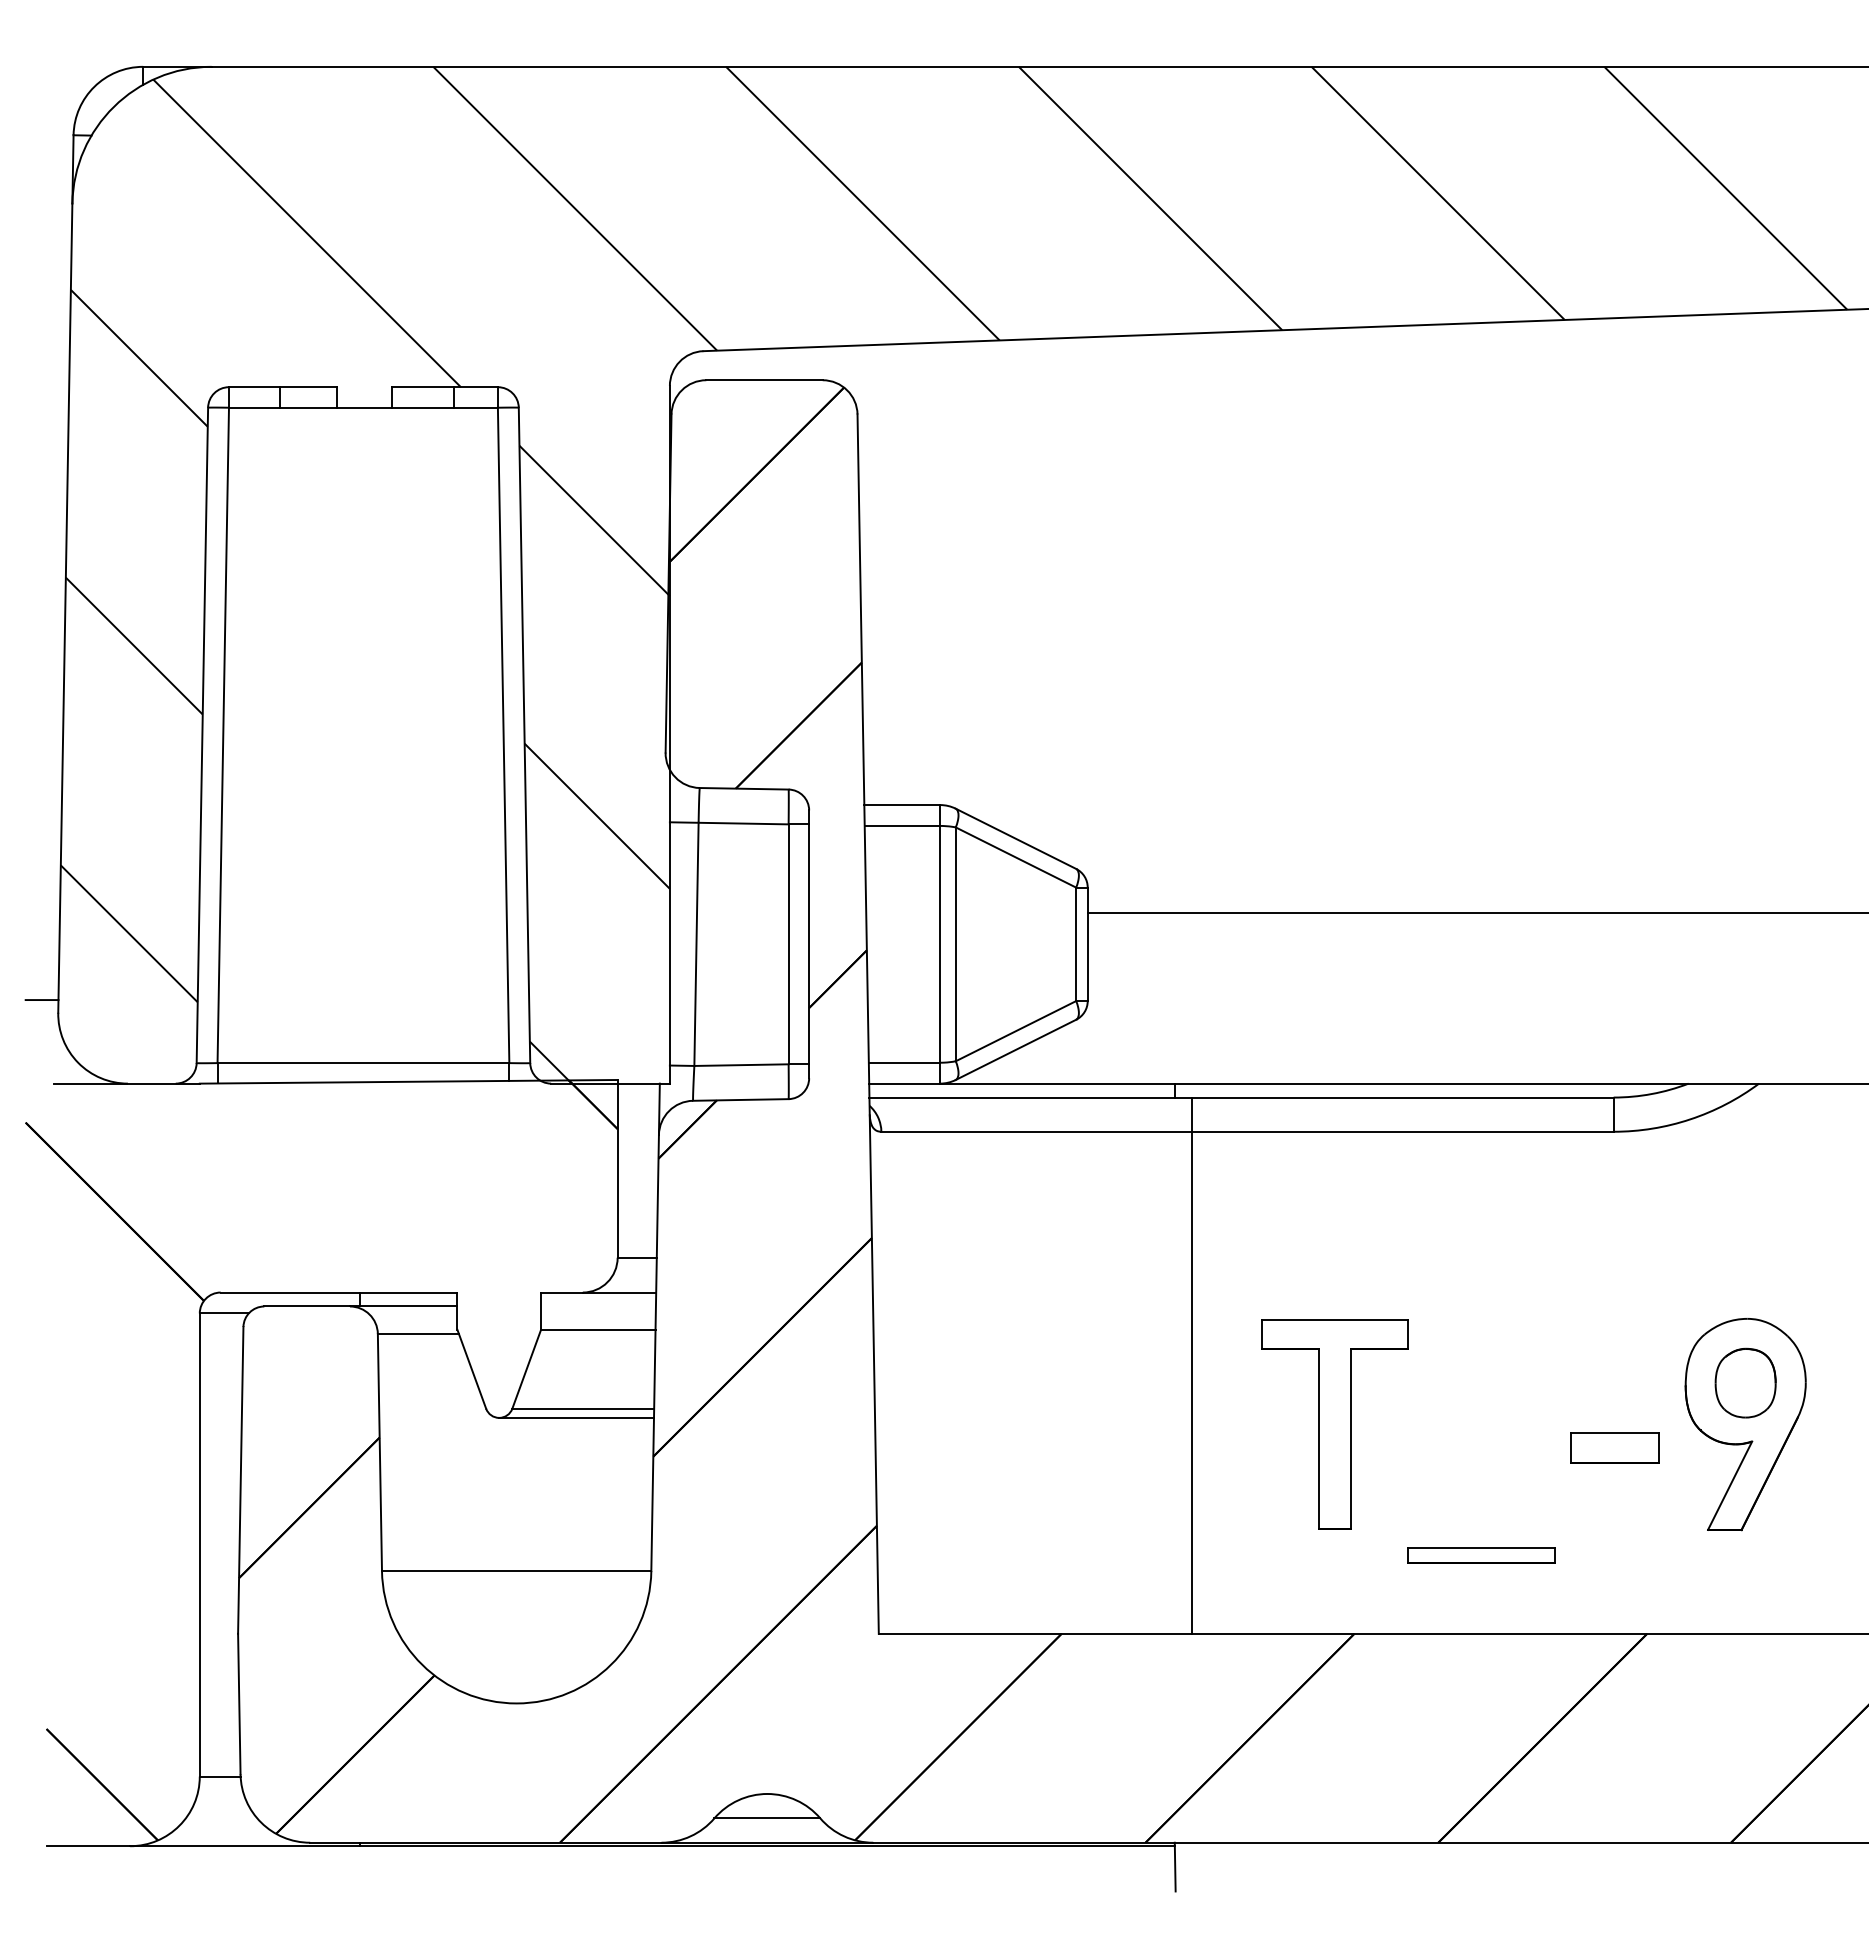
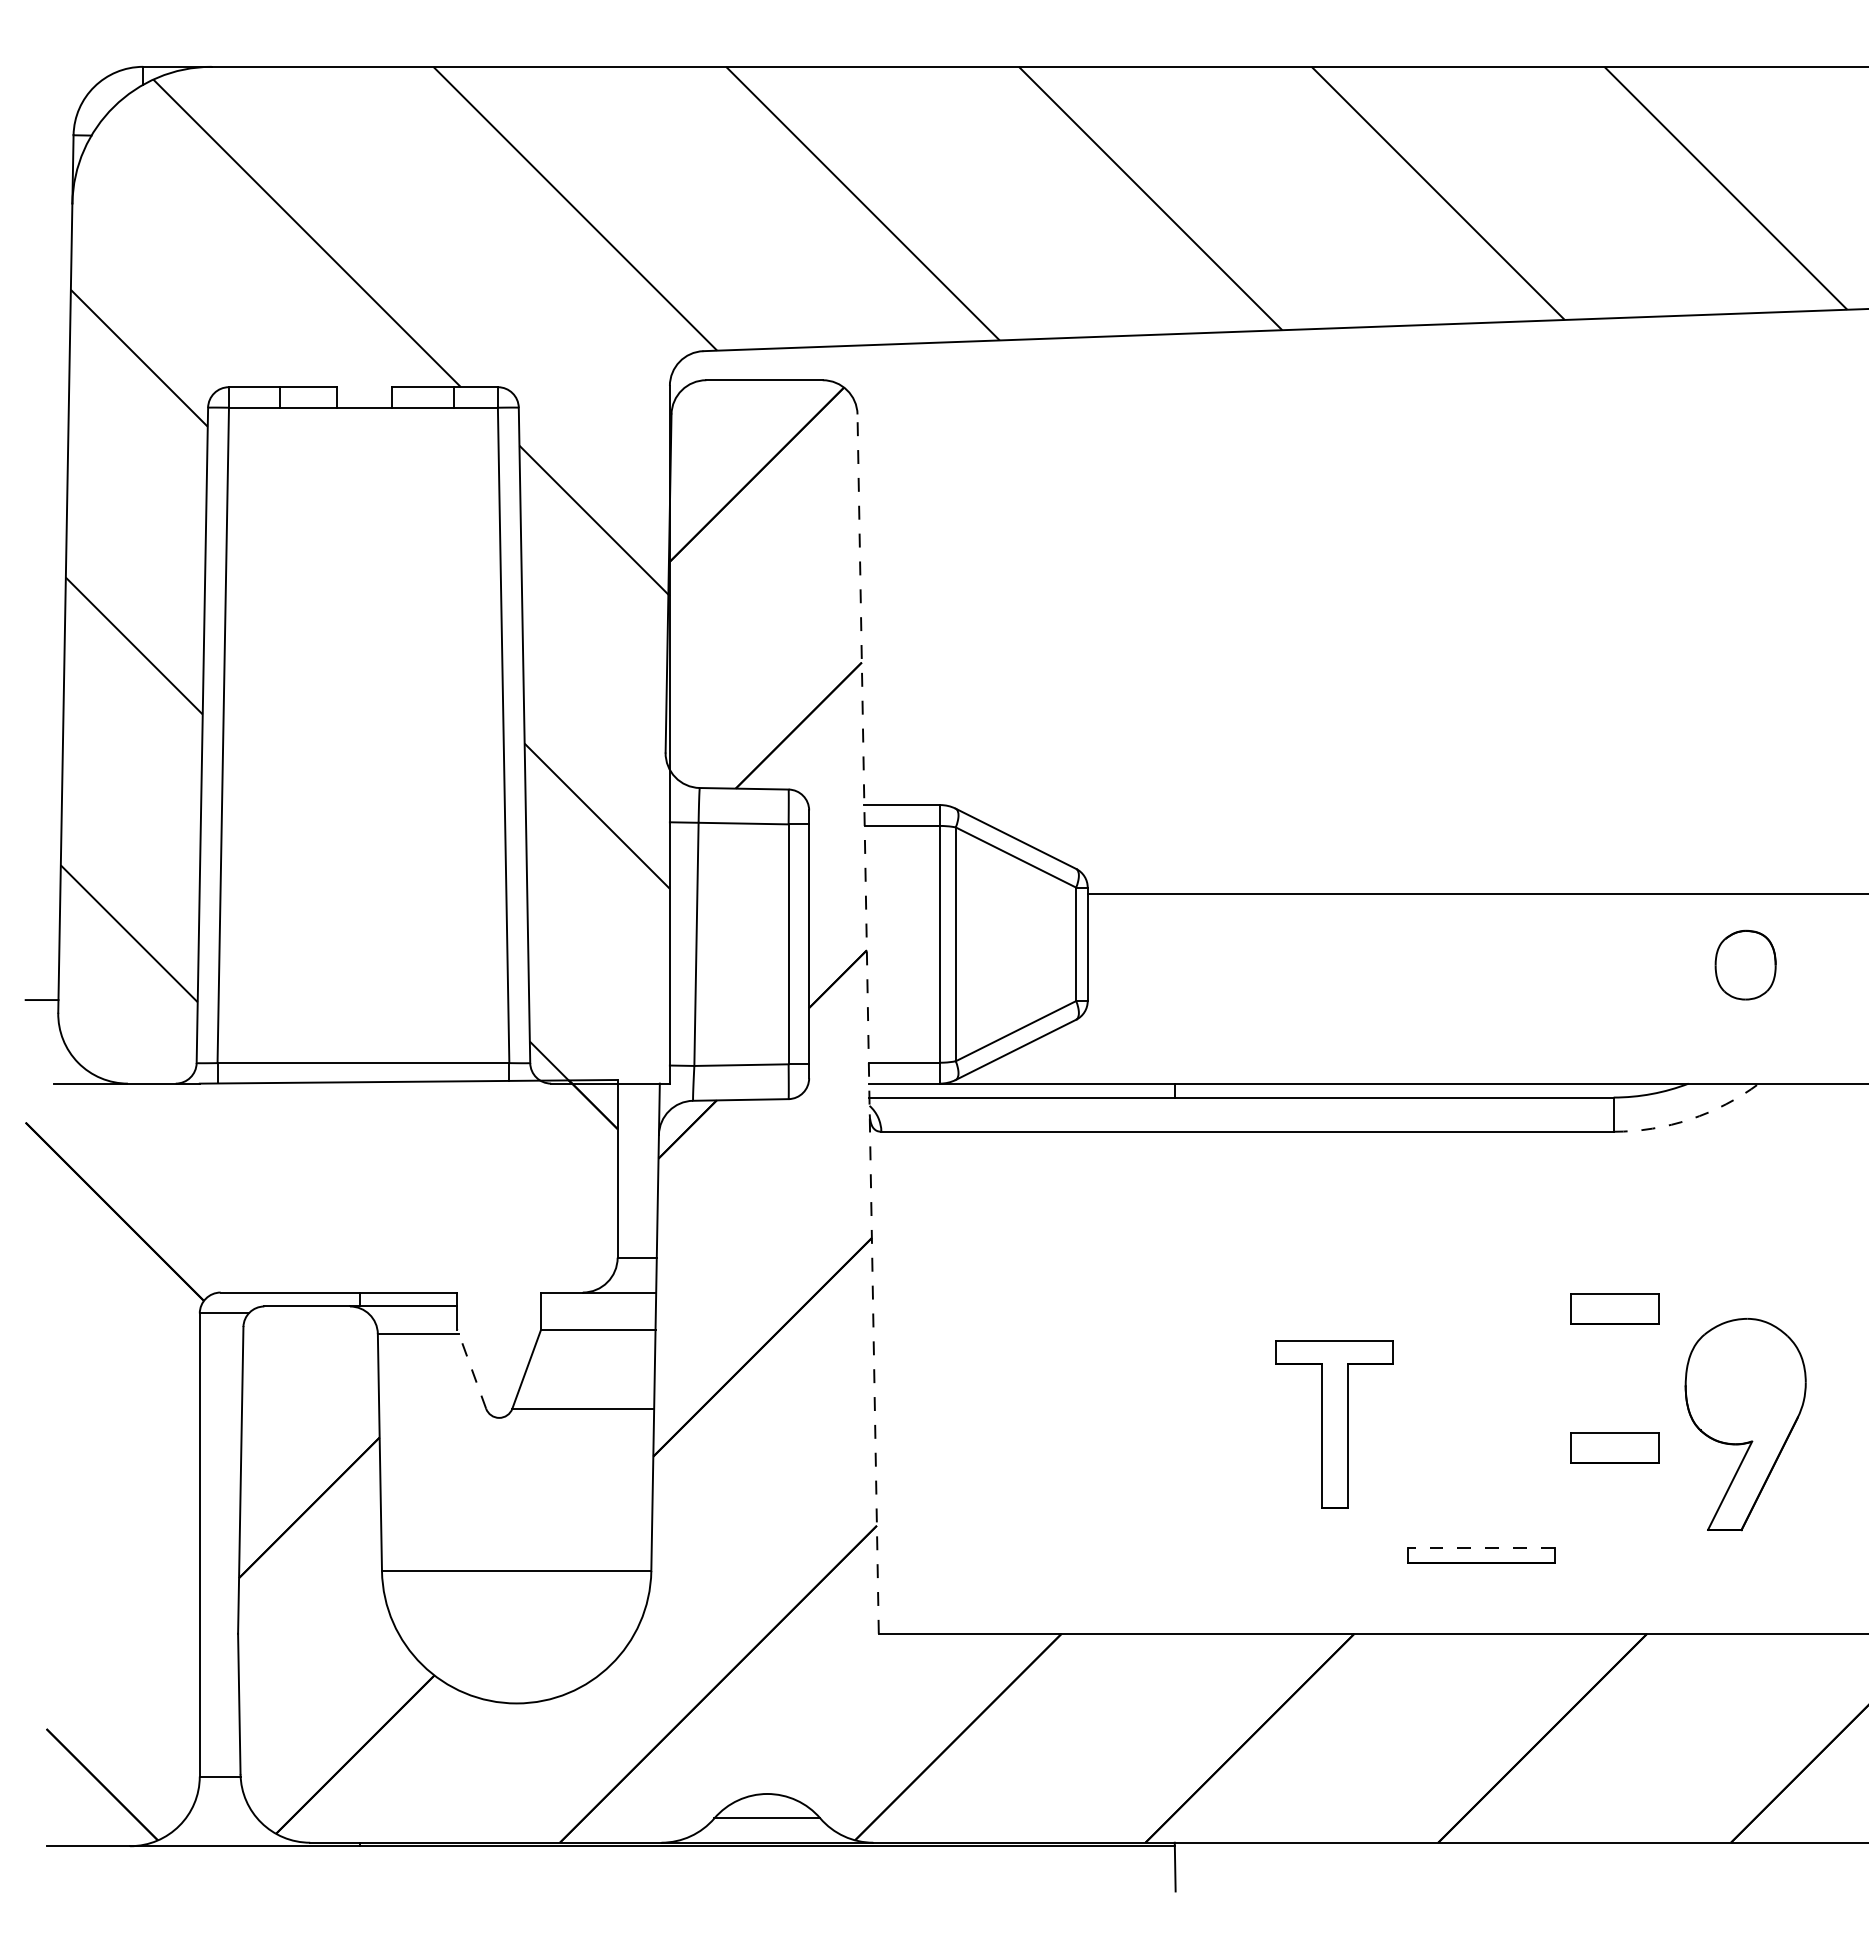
line at (1476, 912) position: (1476, 912) -> (1476, 893)
line at (868, 1024): solid -> dashed
arc at (1690, 1119): solid -> dashed
part at (1614, 1308): none -> present
line at (1192, 1365): present -> none
line at (471, 1369): solid -> dashed
part at (1745, 1382) position: (1745, 1382) -> (1745, 964)
line at (576, 1417): present -> none
part at (1334, 1424) size: 148x211 px -> 119x169 px
line at (1481, 1548): solid -> dashed
